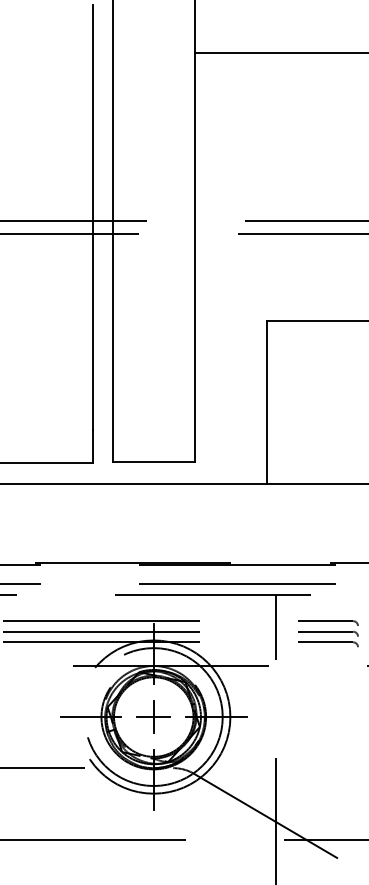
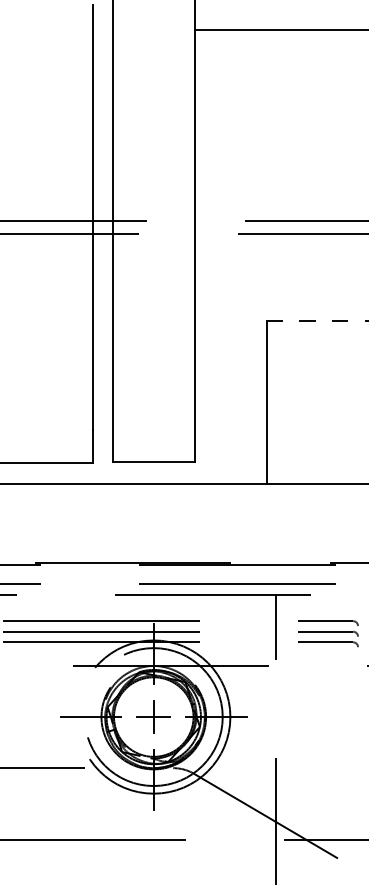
line at (280, 53) position: (280, 53) -> (280, 30)
line at (317, 320): solid -> dashed
